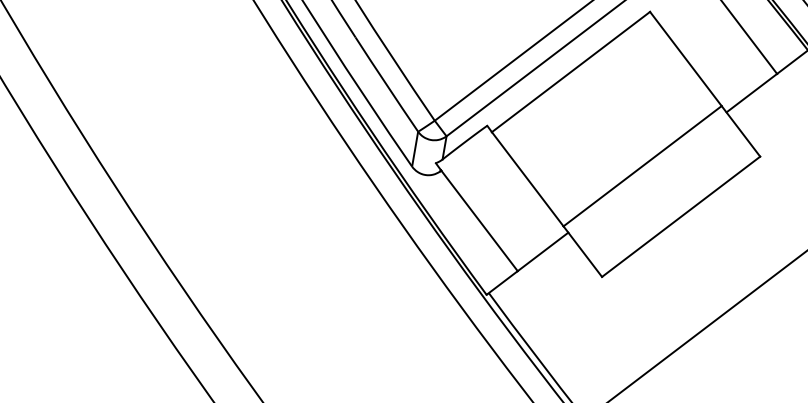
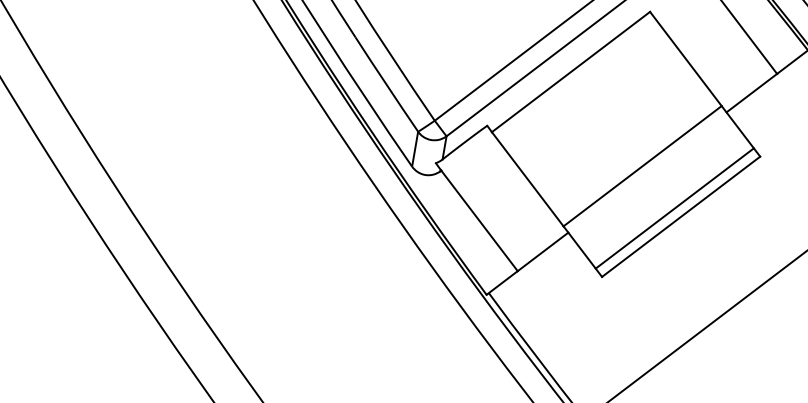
line at (674, 208): none -> present
